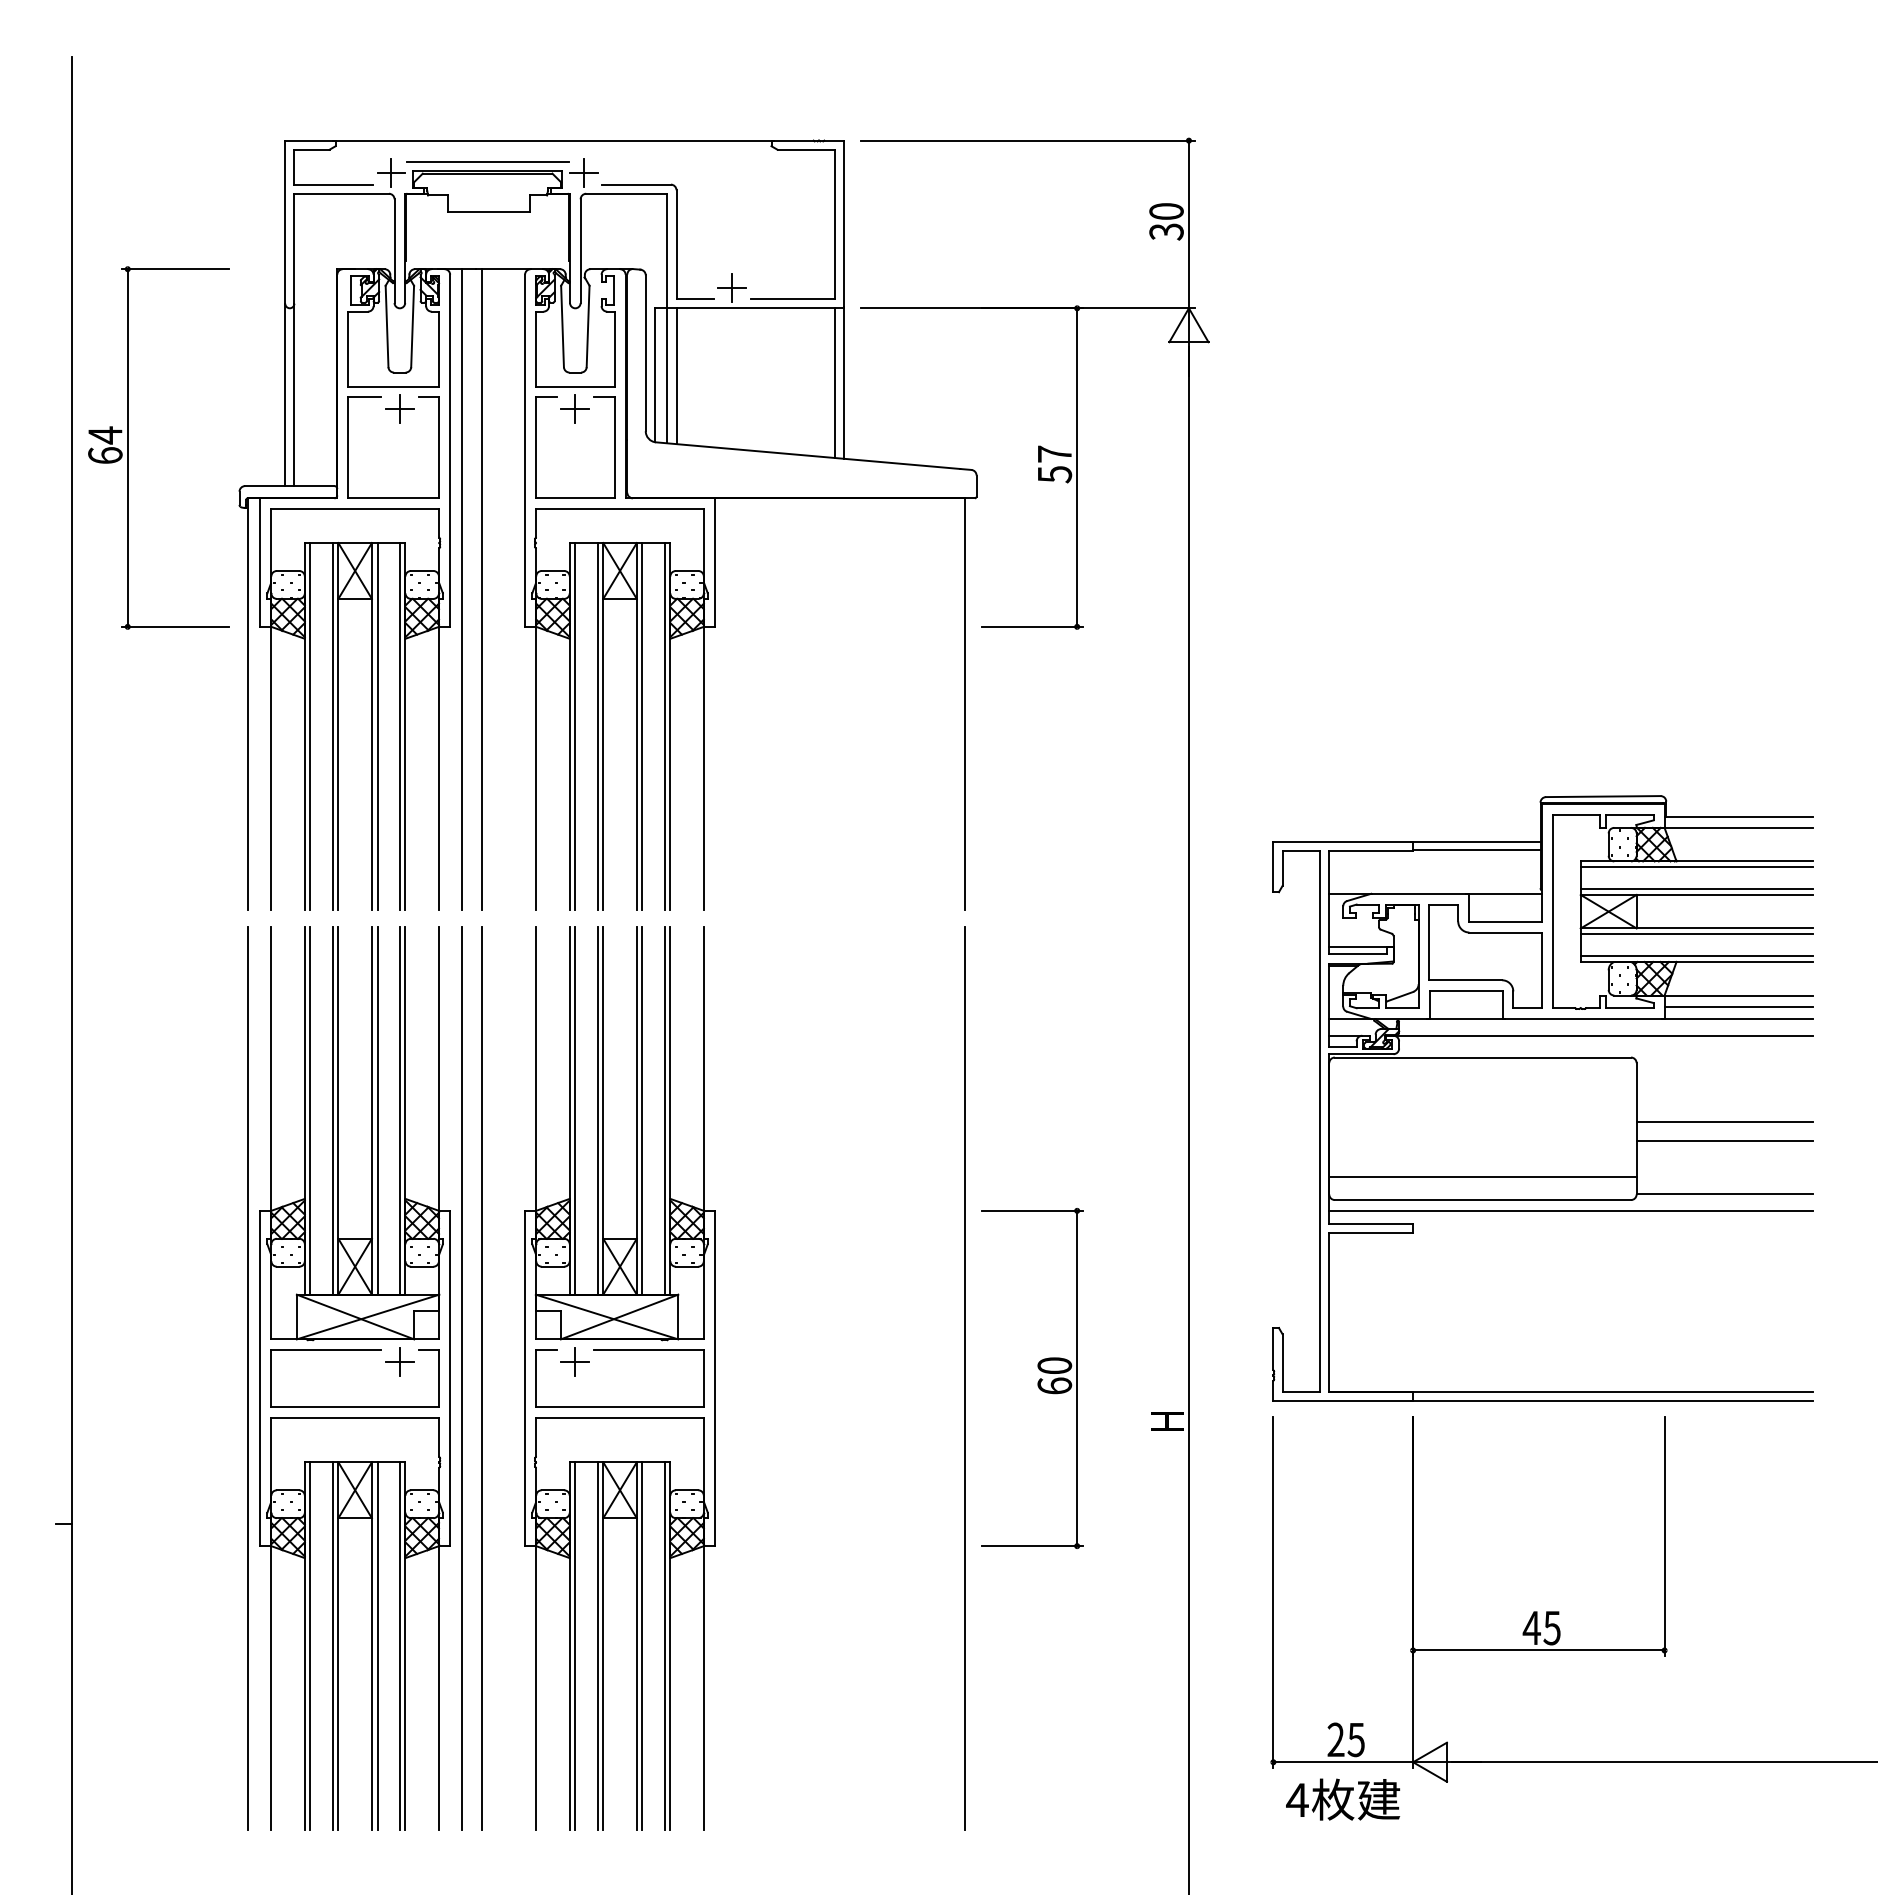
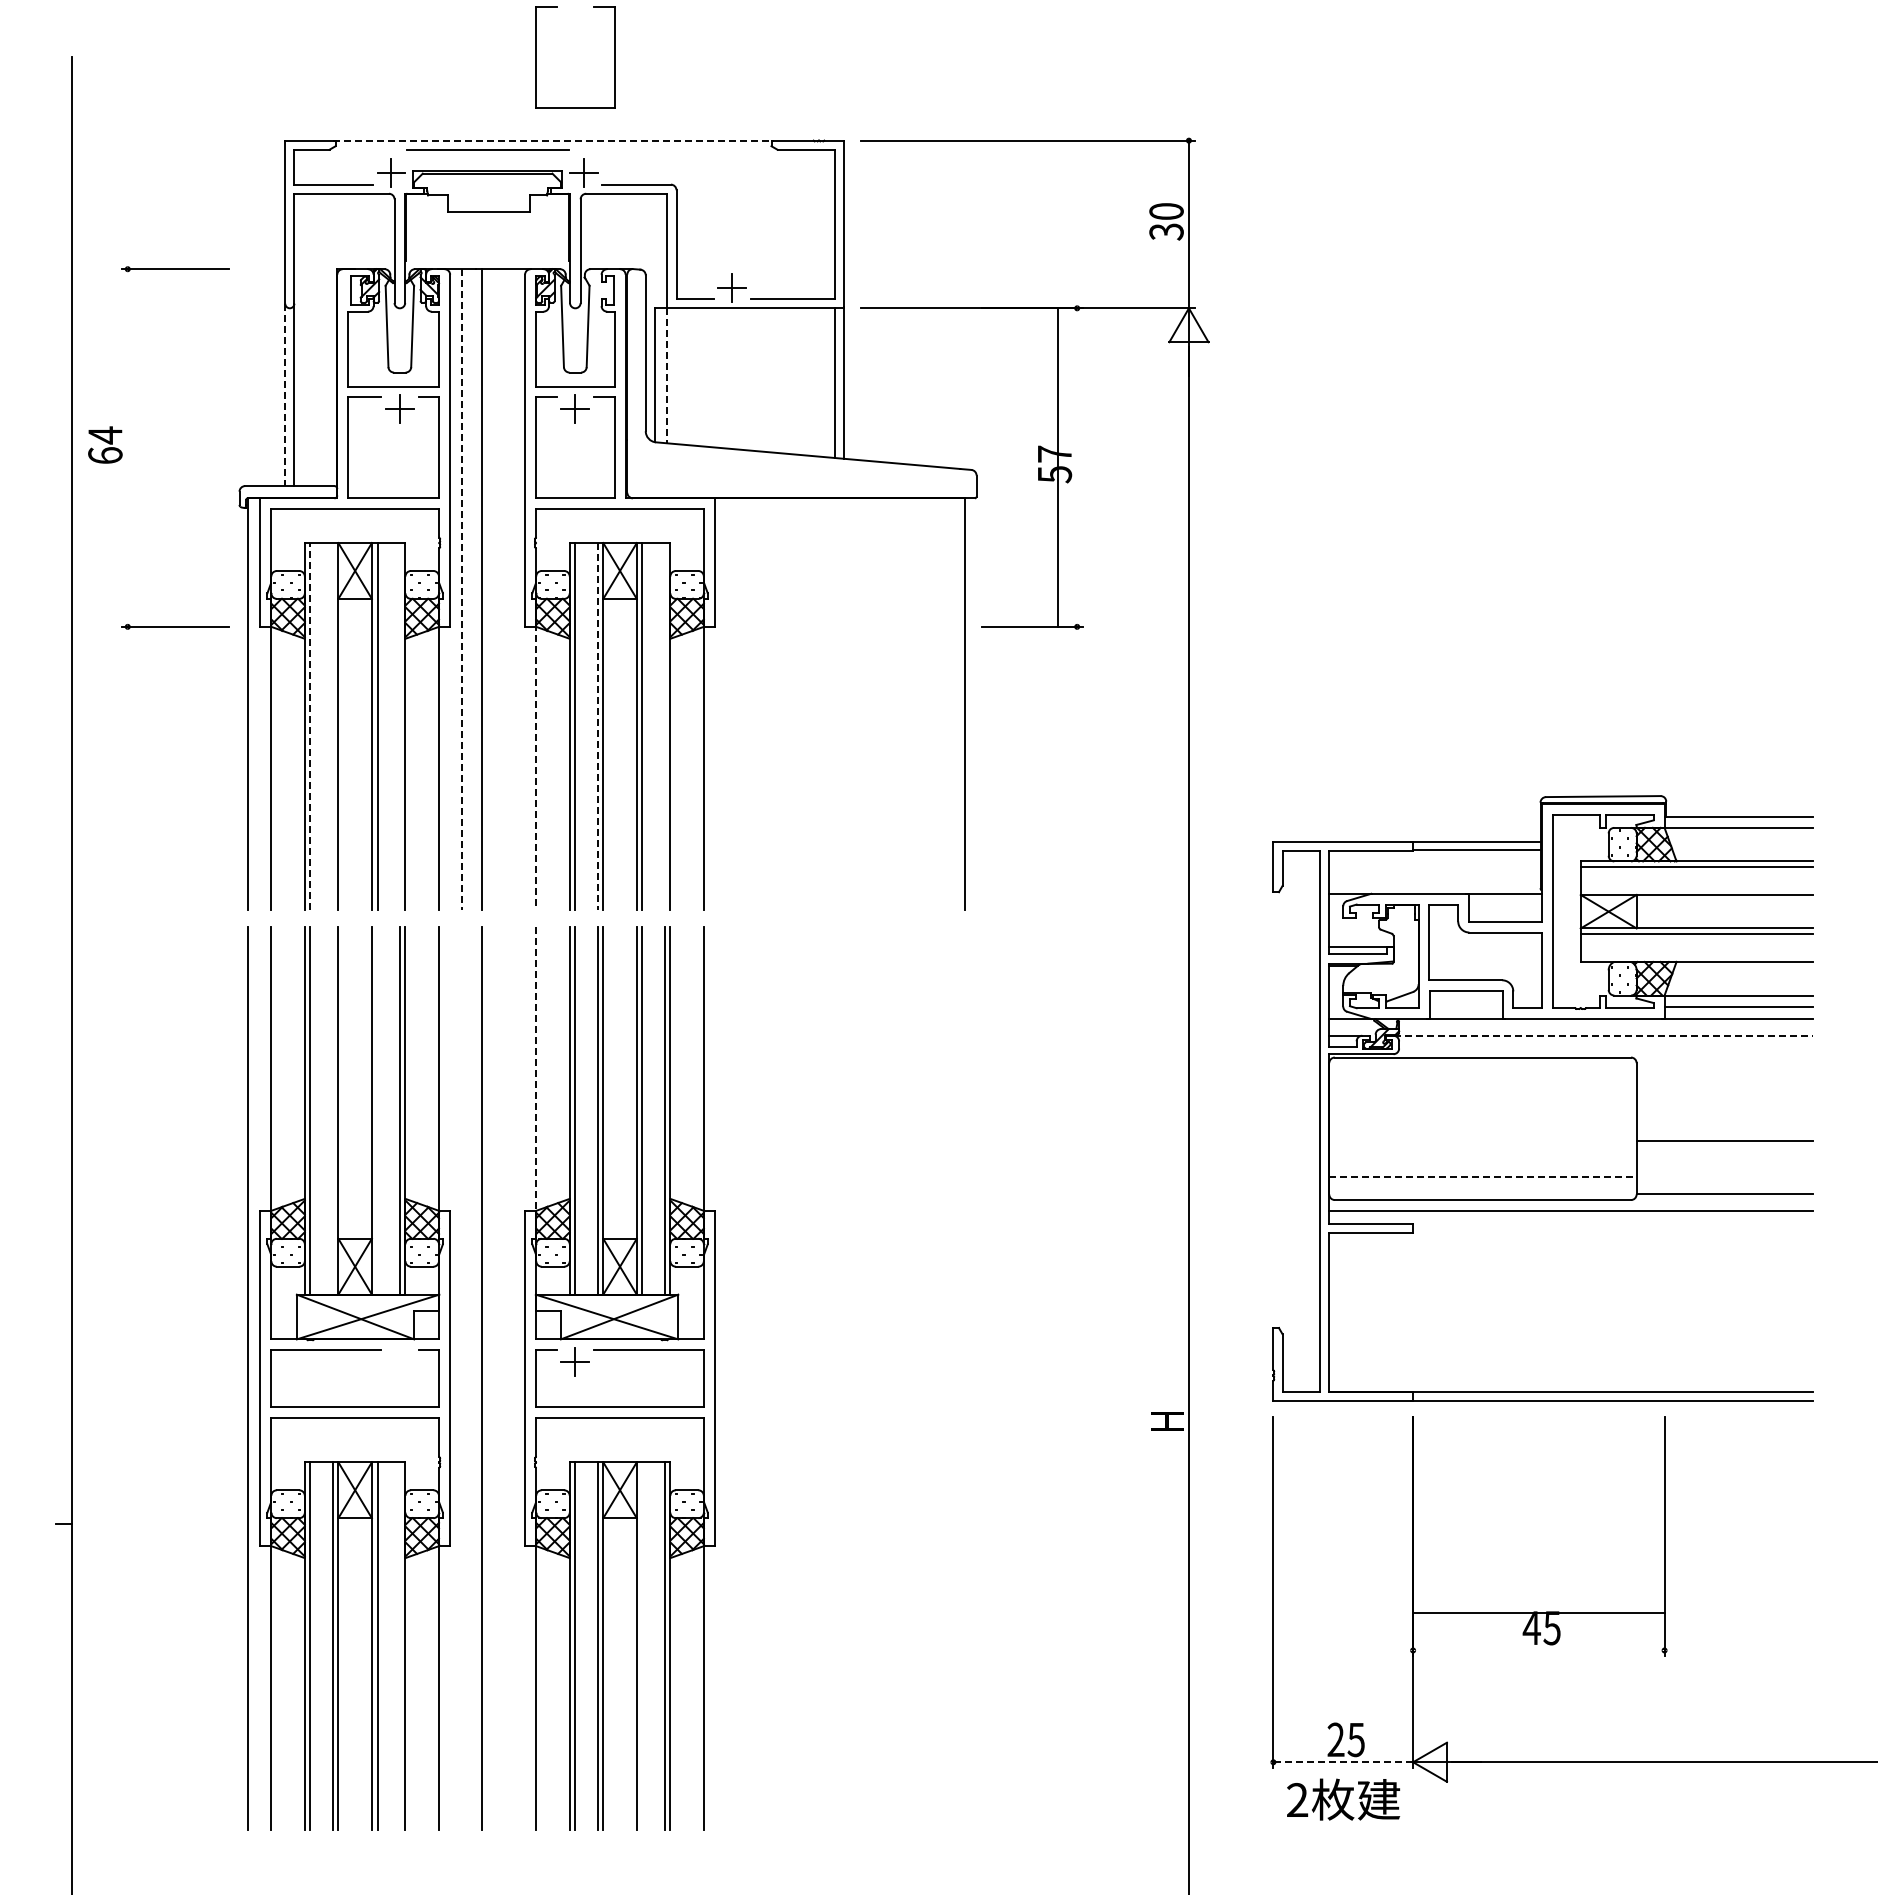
part at (536, 57): none -> present
line at (553, 140): solid -> dashed
line at (487, 161) position: (487, 161) -> (487, 149)
line at (667, 375): solid -> dashed
line at (676, 376): present -> none
line at (285, 395): solid -> dashed
line at (127, 447): present -> none
line at (1077, 467) position: (1077, 467) -> (1058, 467)
line at (462, 589): solid -> dashed
line at (310, 726): solid -> dashed
line at (332, 726): present -> none
line at (399, 726): present -> none
line at (597, 726): solid -> dashed
line at (664, 726): present -> none
line at (536, 767): solid -> dashed
line at (1696, 889): present -> none
line at (1696, 956): present -> none
line at (1603, 1035): solid -> dashed
line at (536, 1070): solid -> dashed
line at (332, 1110): present -> none
line at (377, 1110): present -> none
line at (1724, 1122): present -> none
line at (1482, 1177): solid -> dashed
part at (399, 1361): present -> none
line at (461, 1378): present -> none
line at (964, 1378): present -> none
part at (1038, 1380): present -> none
line at (399, 1645): present -> none
line at (642, 1645): present -> none
line at (1538, 1650) position: (1538, 1650) -> (1538, 1613)
line at (1343, 1762): solid -> dashed
text at (1297, 1799): 4 -> 2
